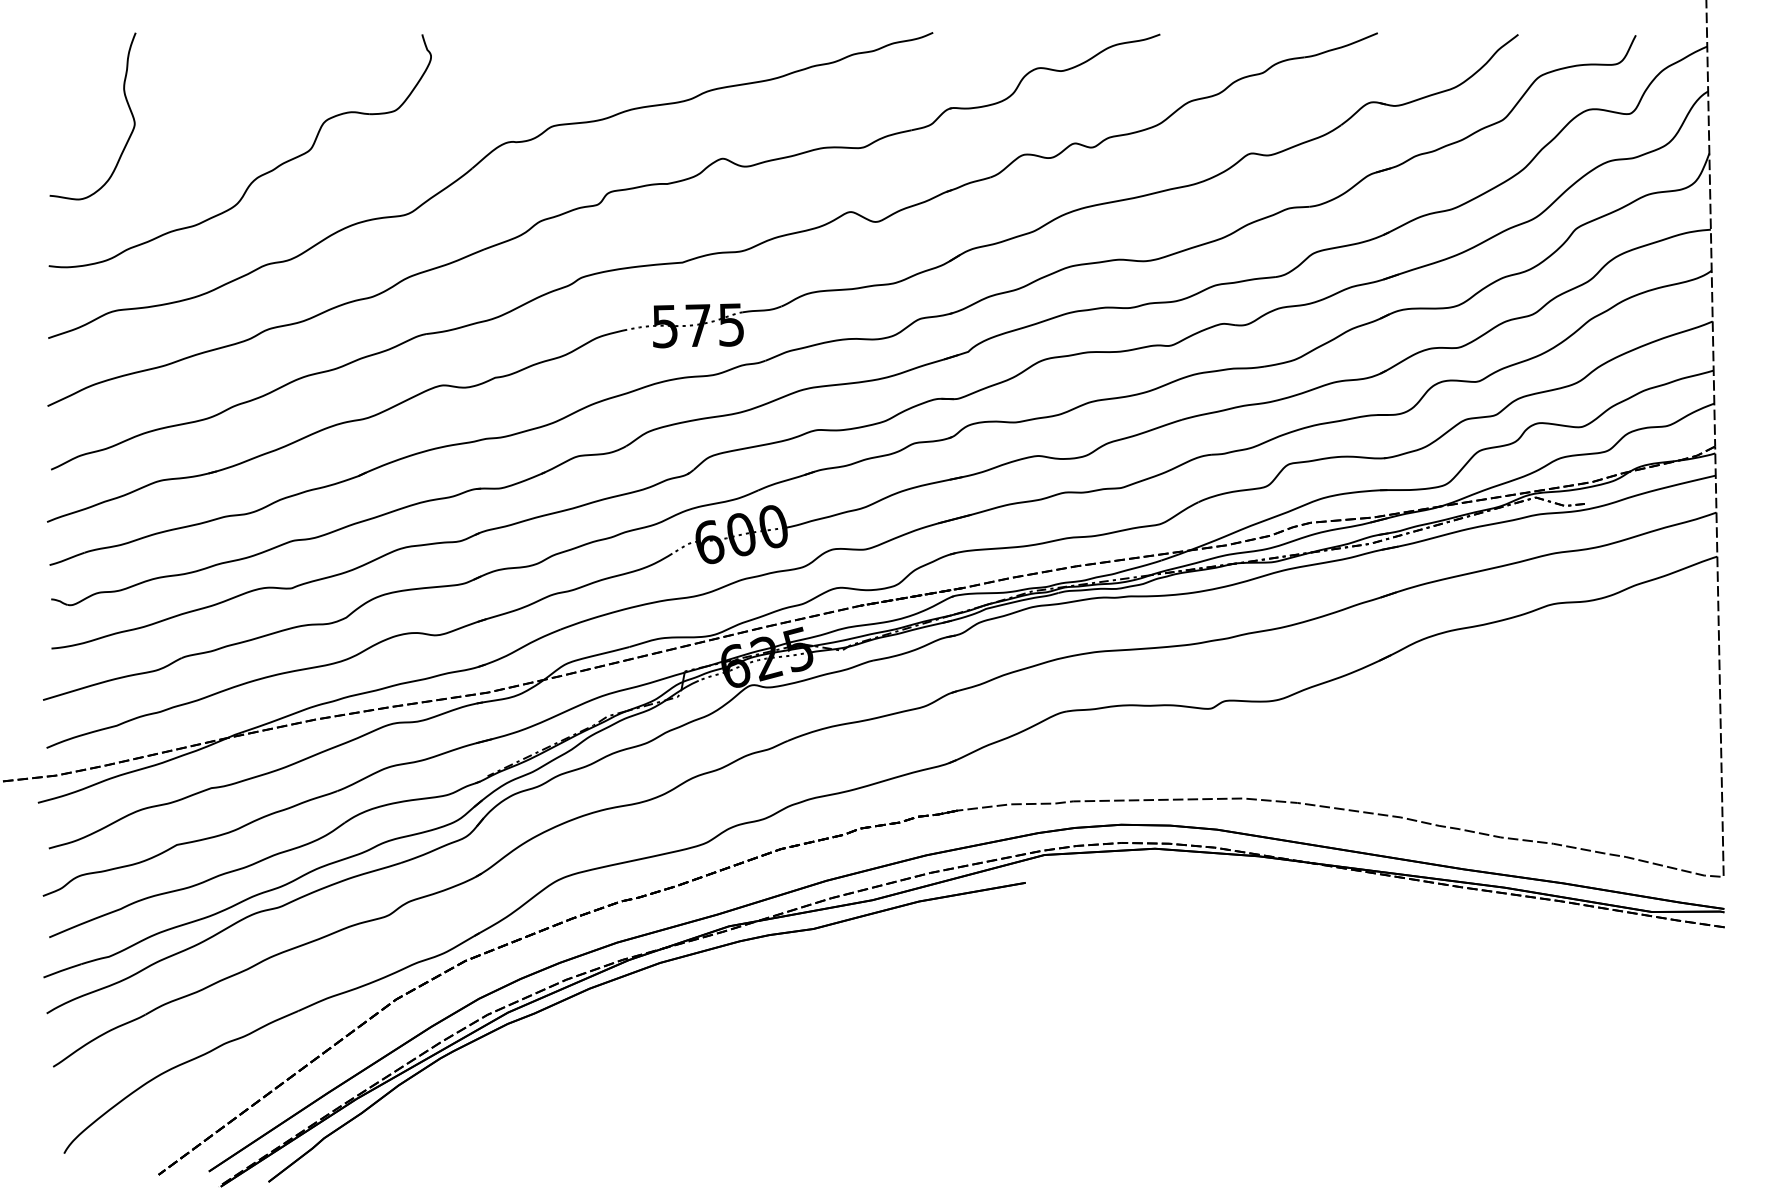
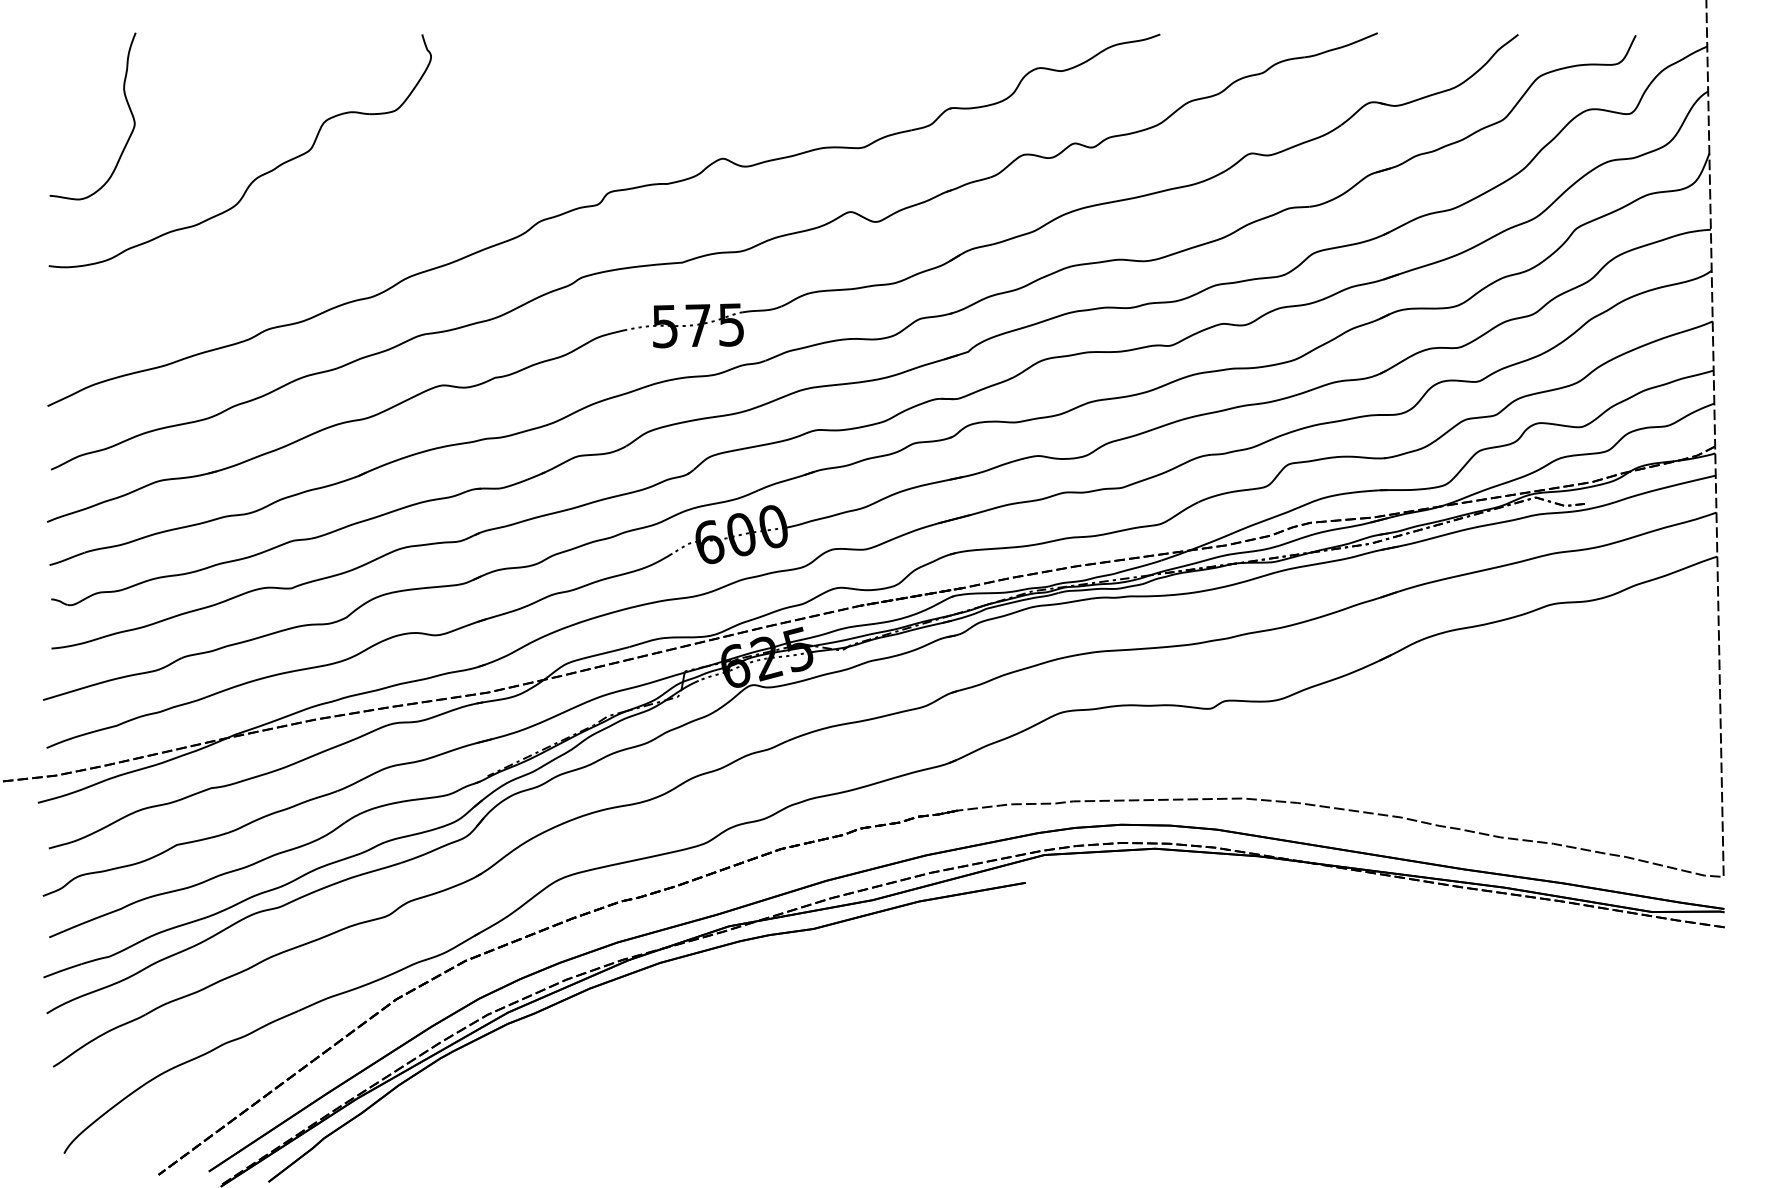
part at (476, 166): present -> none
